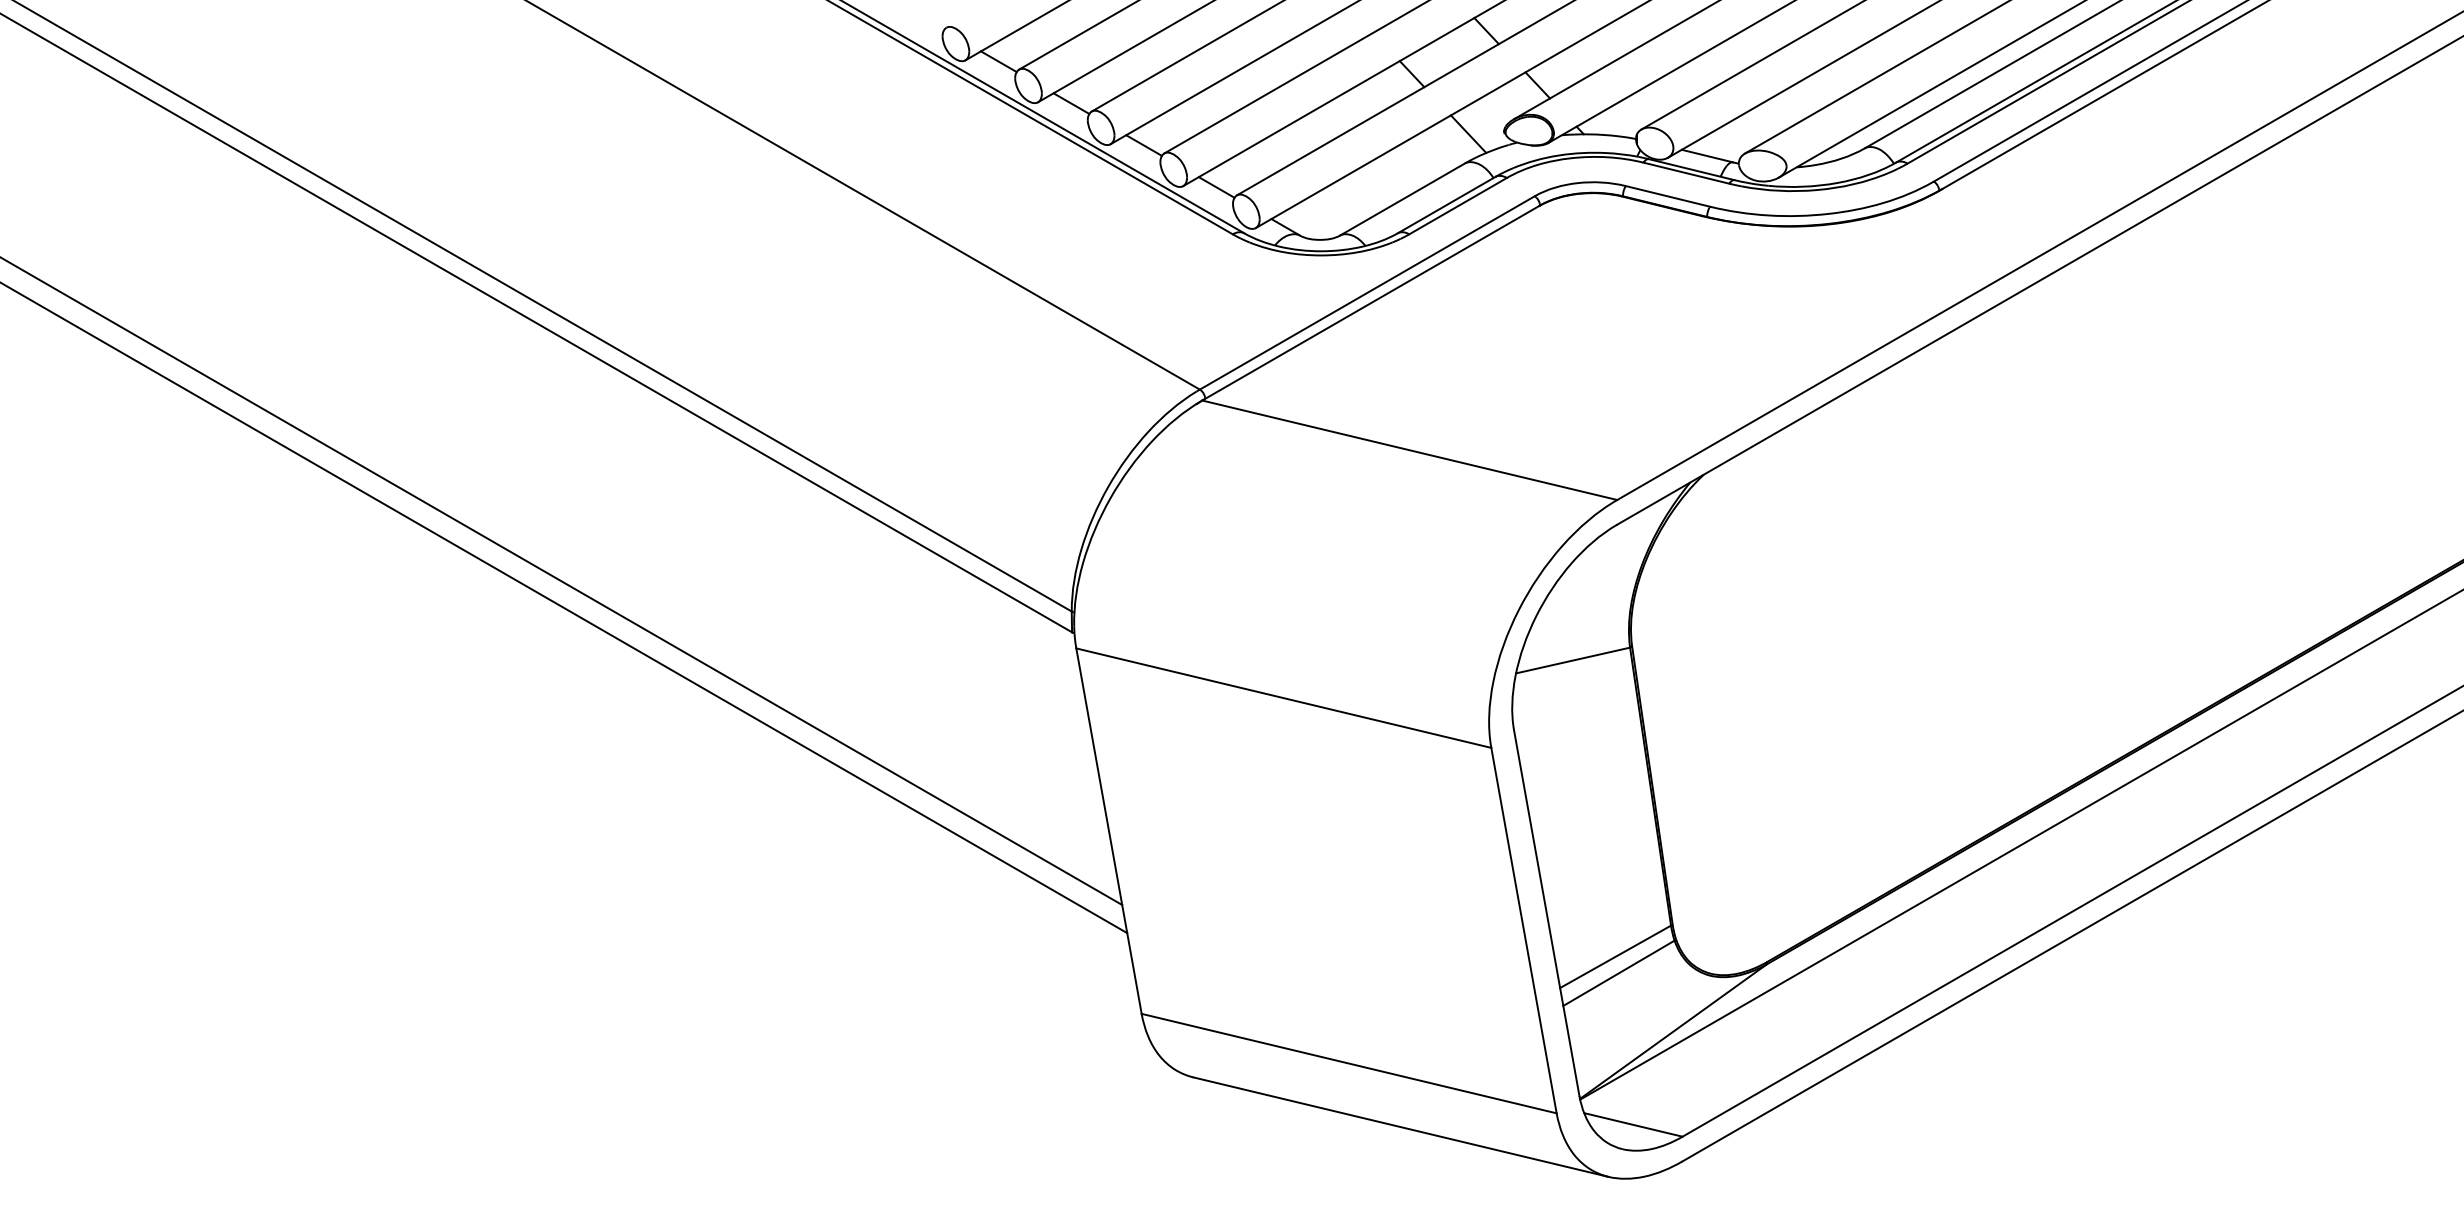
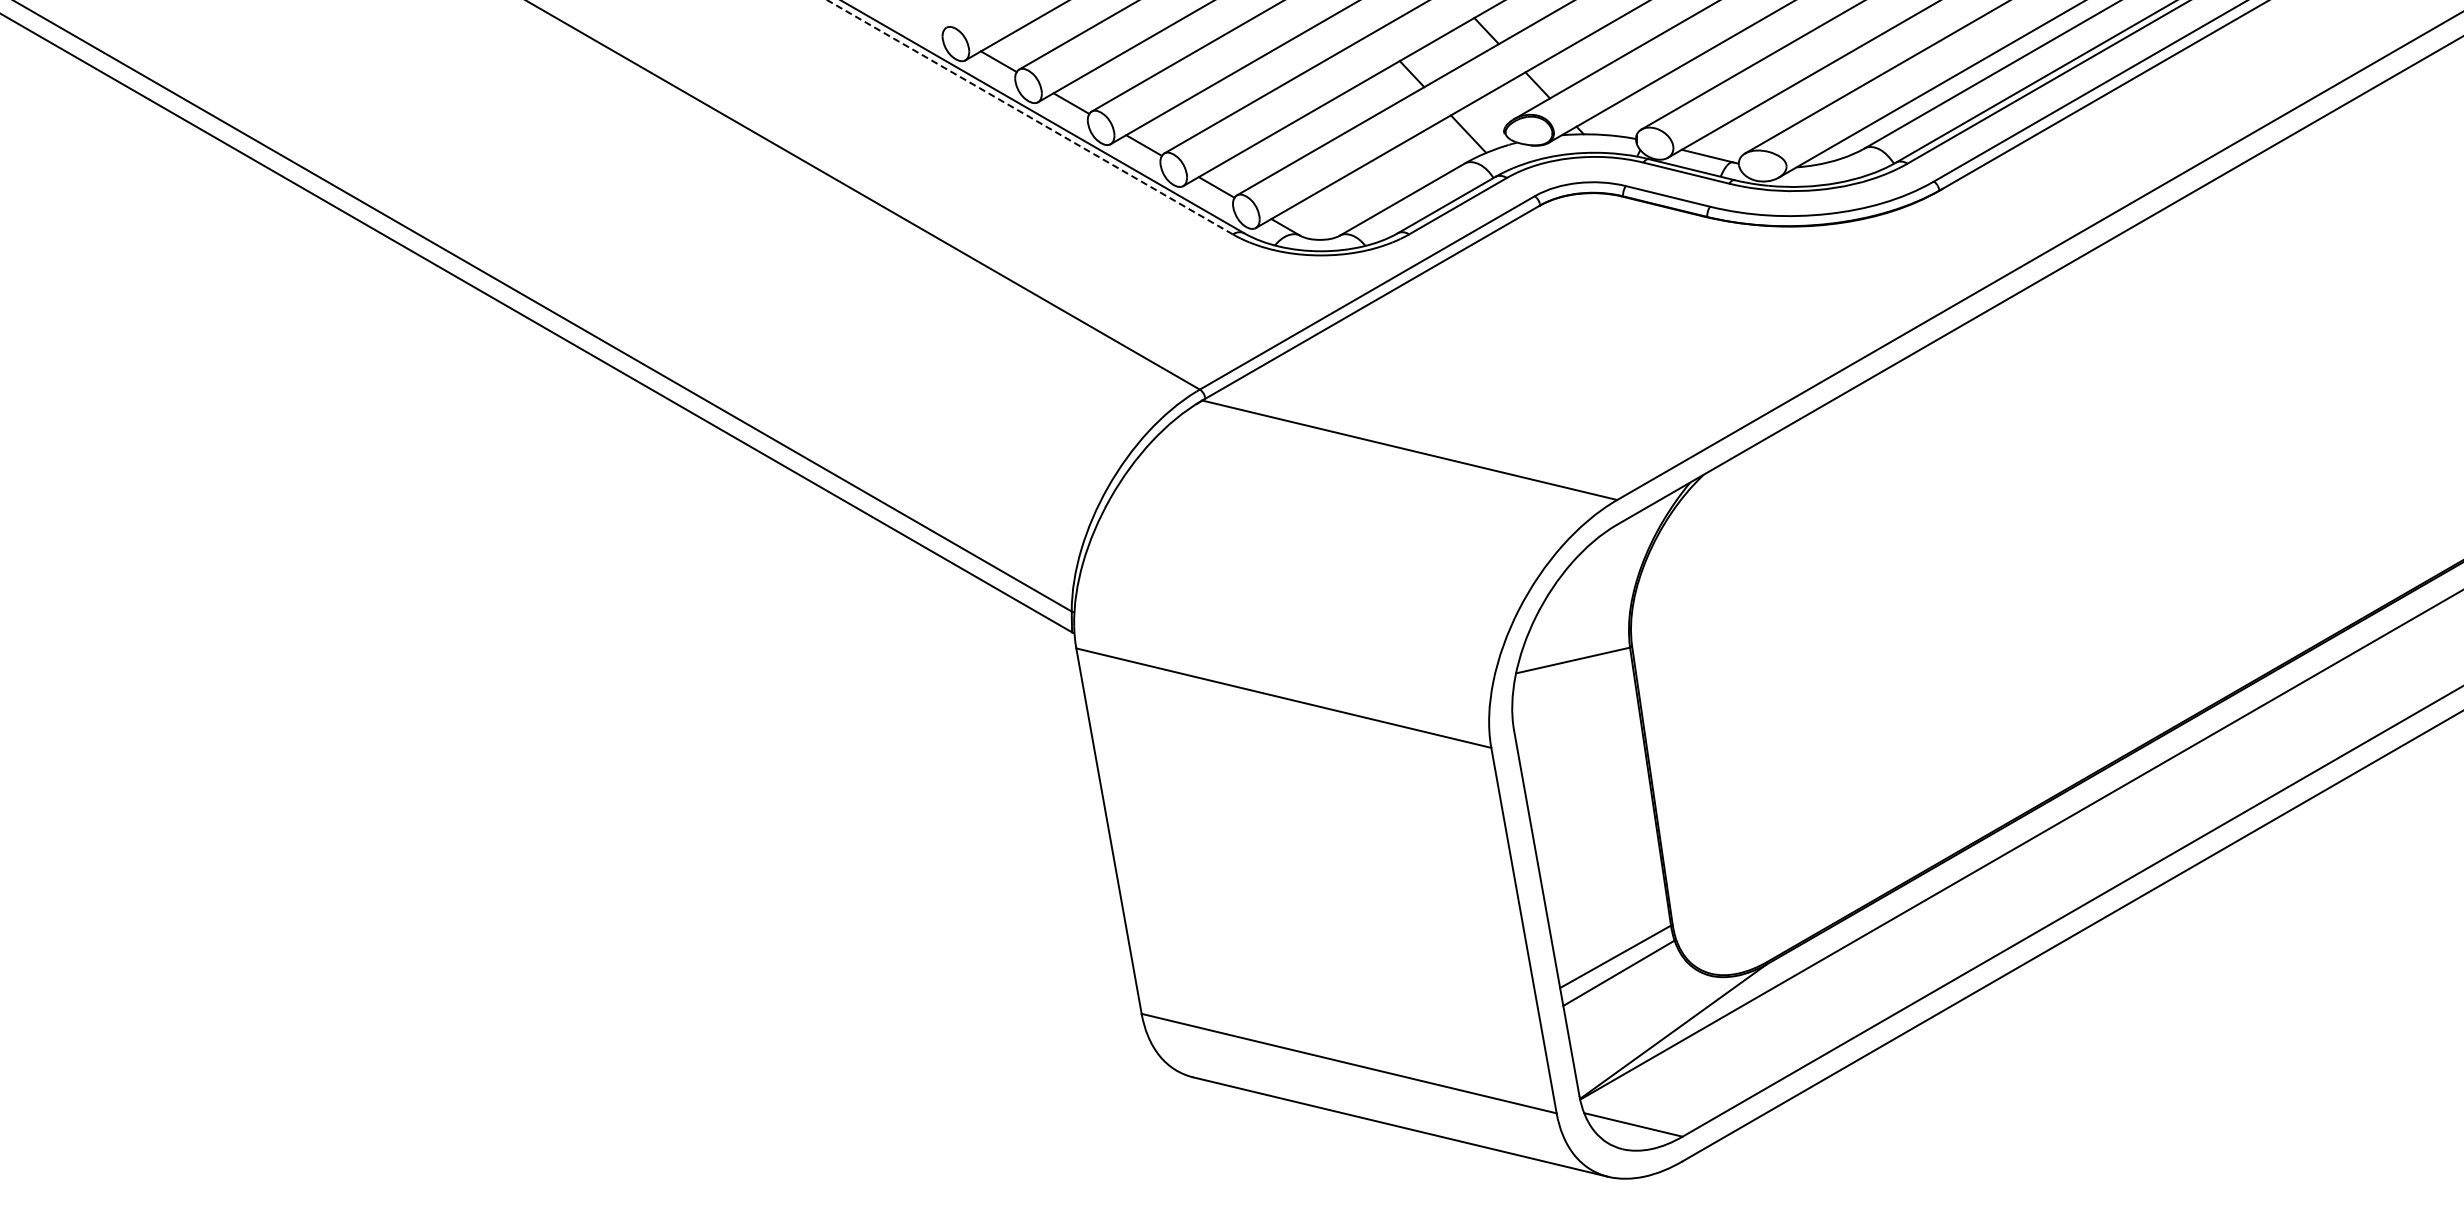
line at (1030, 117): solid -> dashed
line at (562, 581): present -> none
line at (564, 608): present -> none
